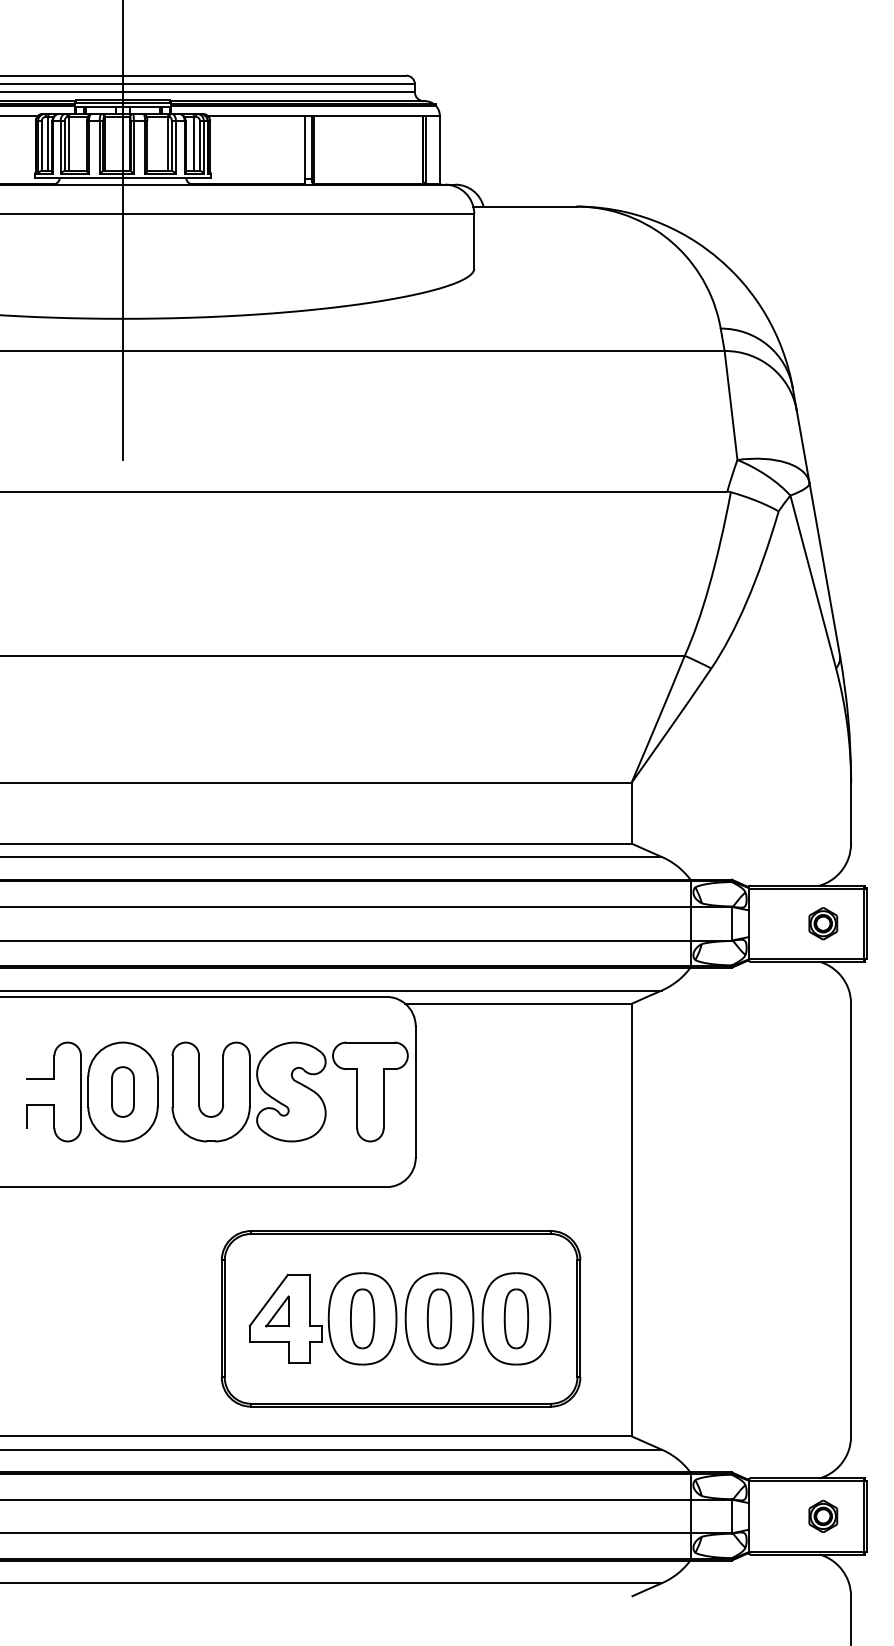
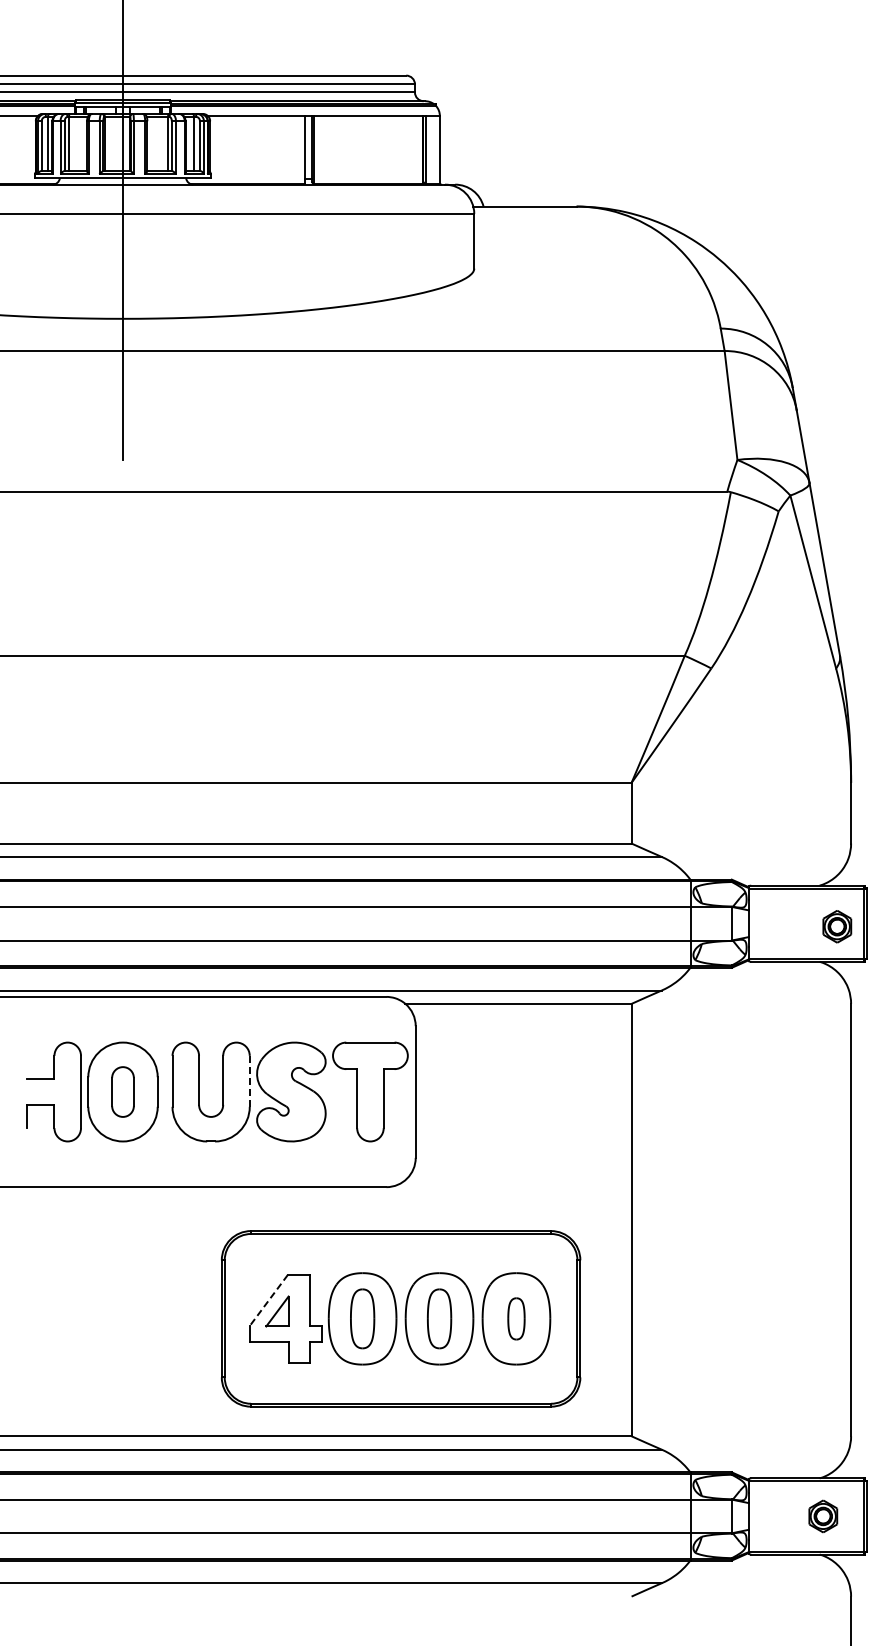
part at (823, 923) position: (823, 923) -> (837, 926)
line at (249, 1081): solid -> dashed
line at (268, 1300): solid -> dashed
part at (516, 1318) size: 27x62 px -> 19x44 px
